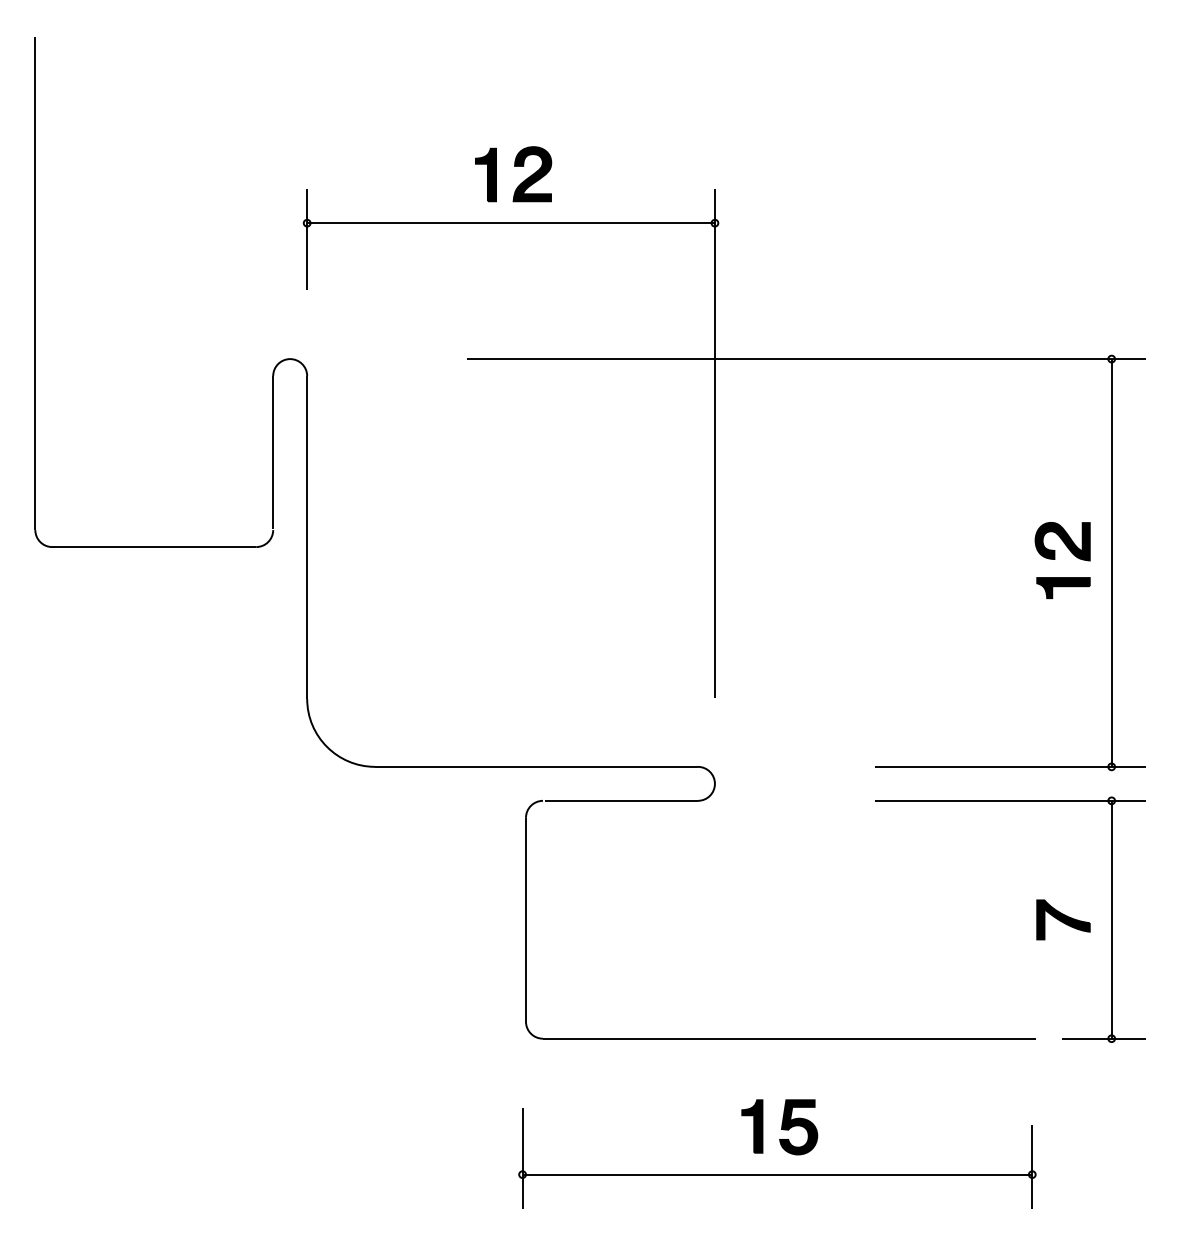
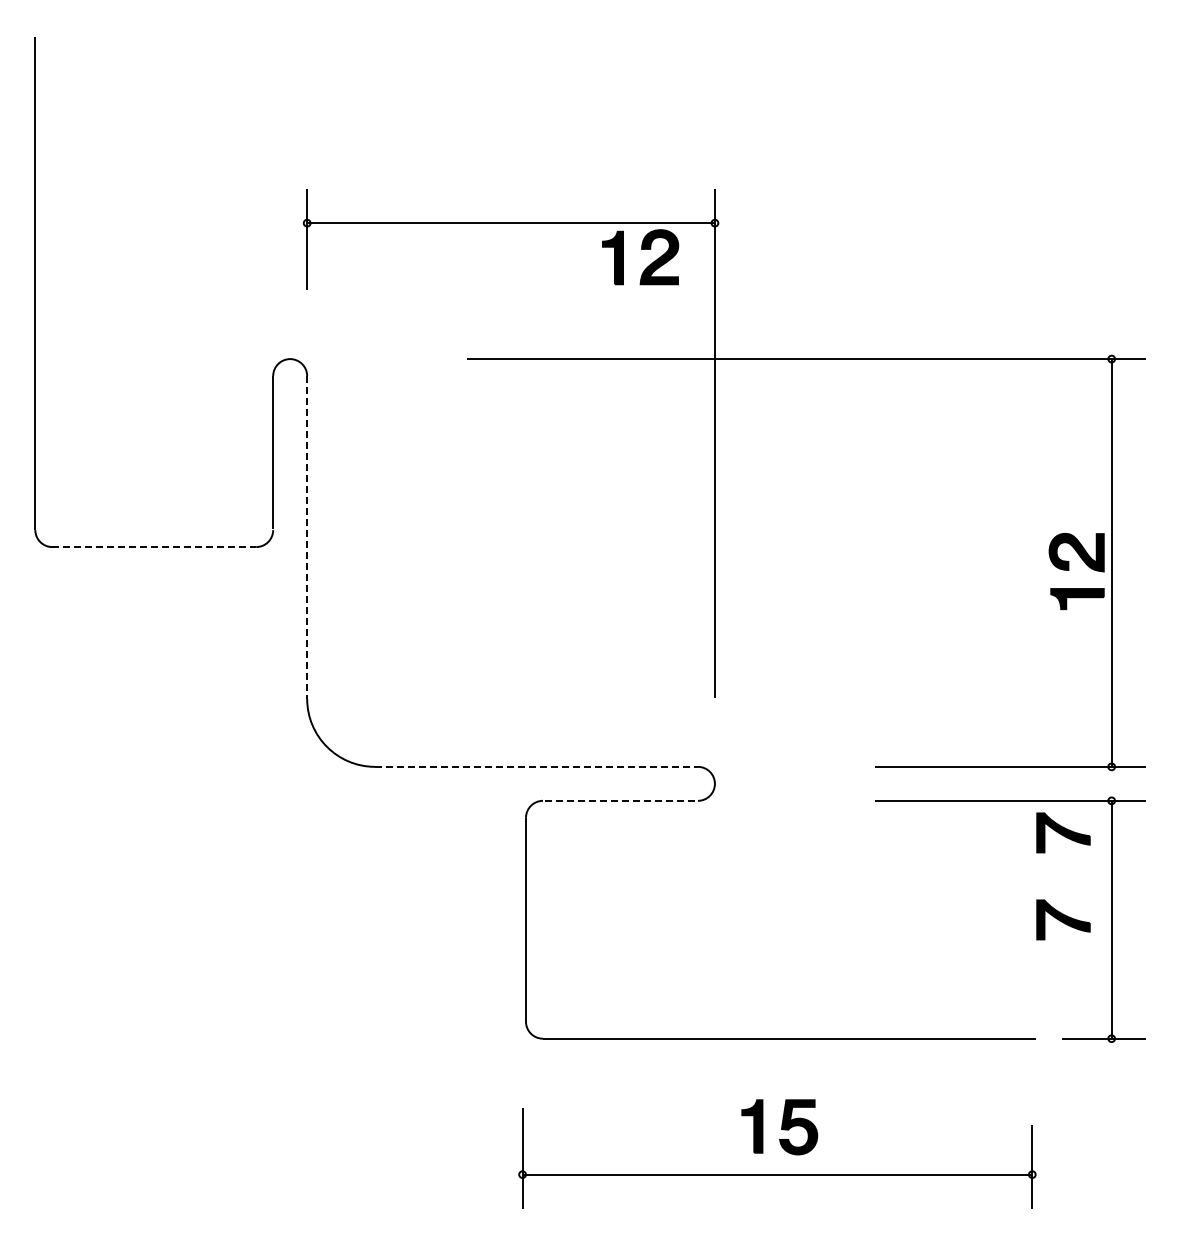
part at (514, 166) position: (514, 166) -> (641, 249)
line at (307, 538): solid -> dashed
line at (154, 547): solid -> dashed
part at (1055, 559) position: (1055, 559) -> (1069, 570)
line at (537, 766): solid -> dashed
line at (622, 800): solid -> dashed
part at (1063, 832): none -> present
